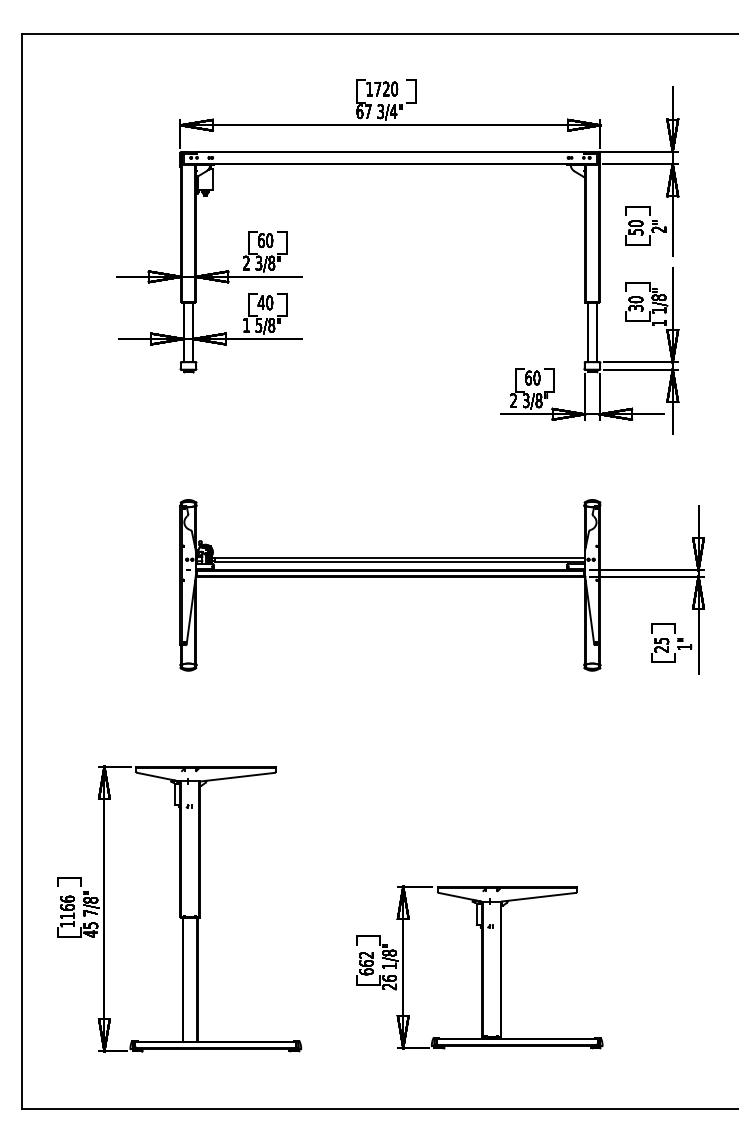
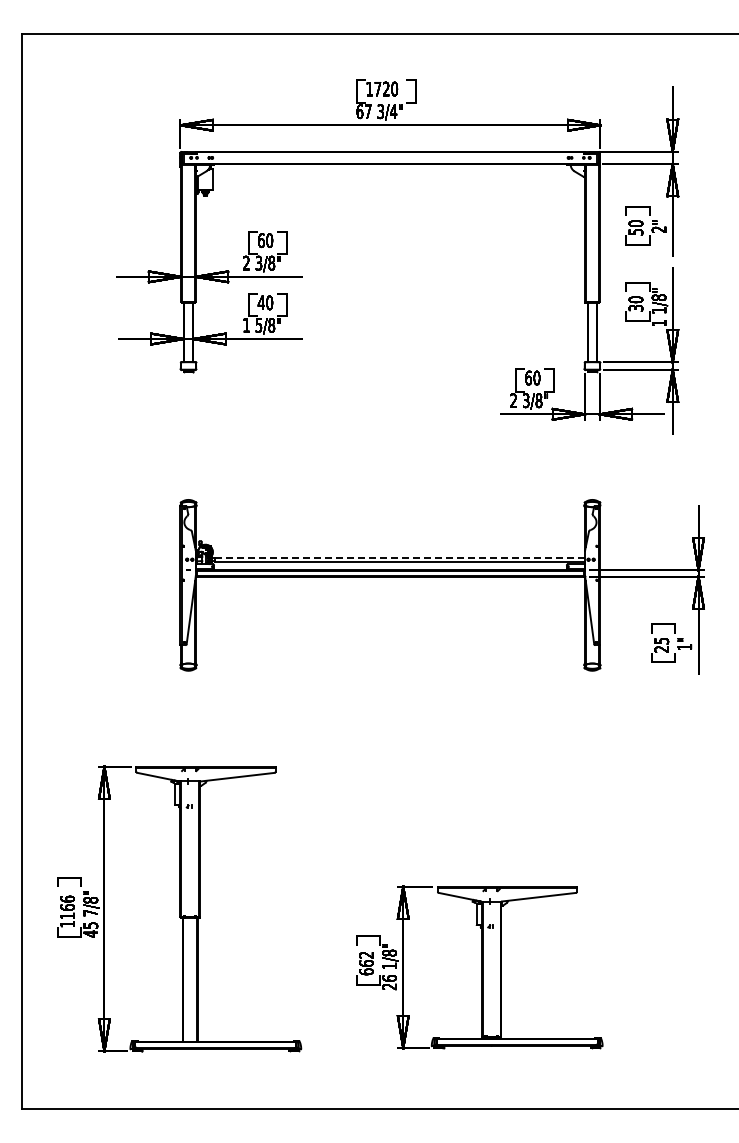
line at (400, 557): solid -> dashed
